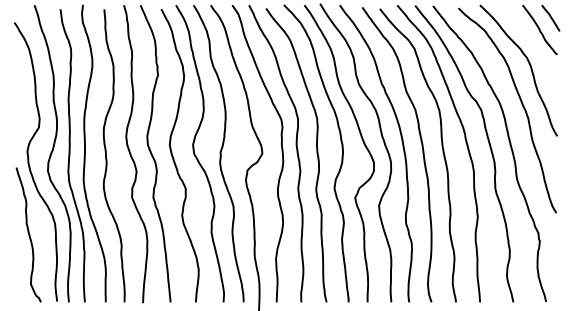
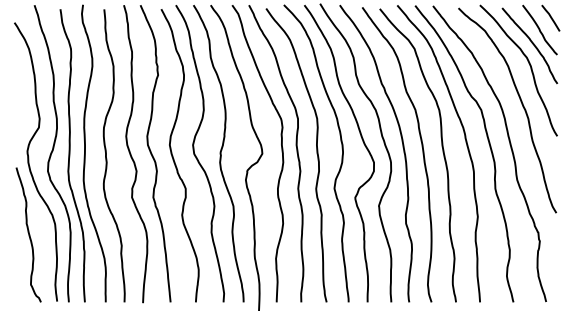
curve at (531, 43): none -> present
